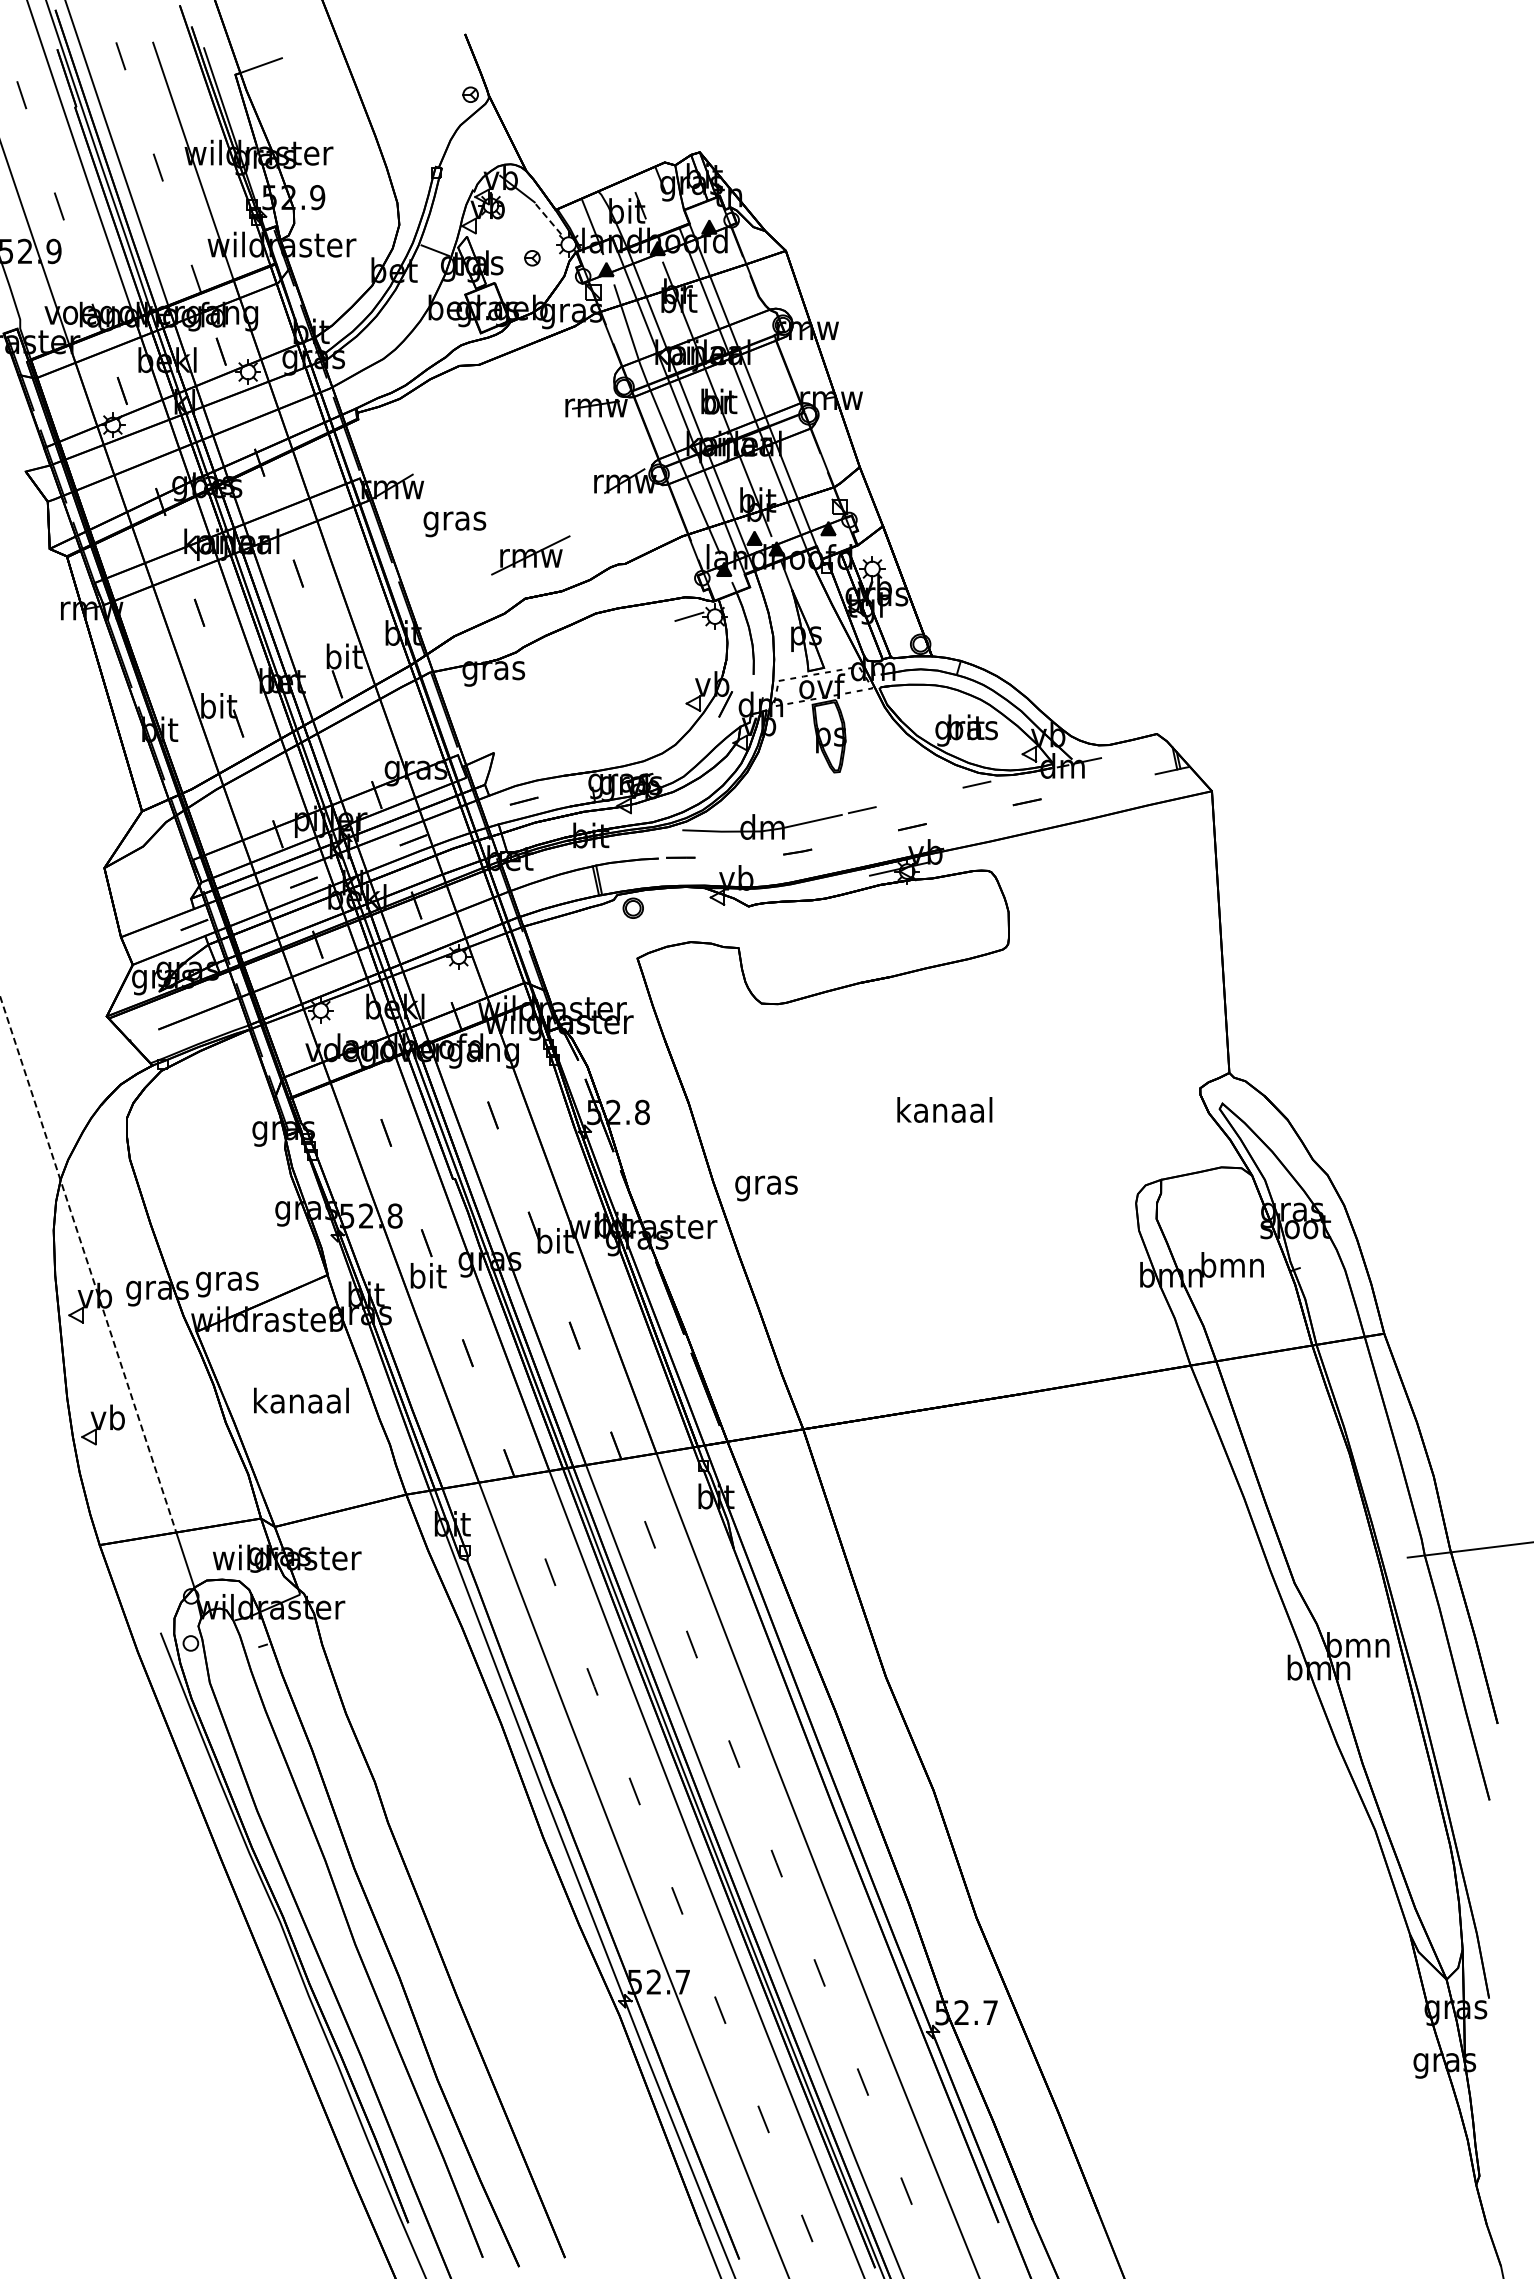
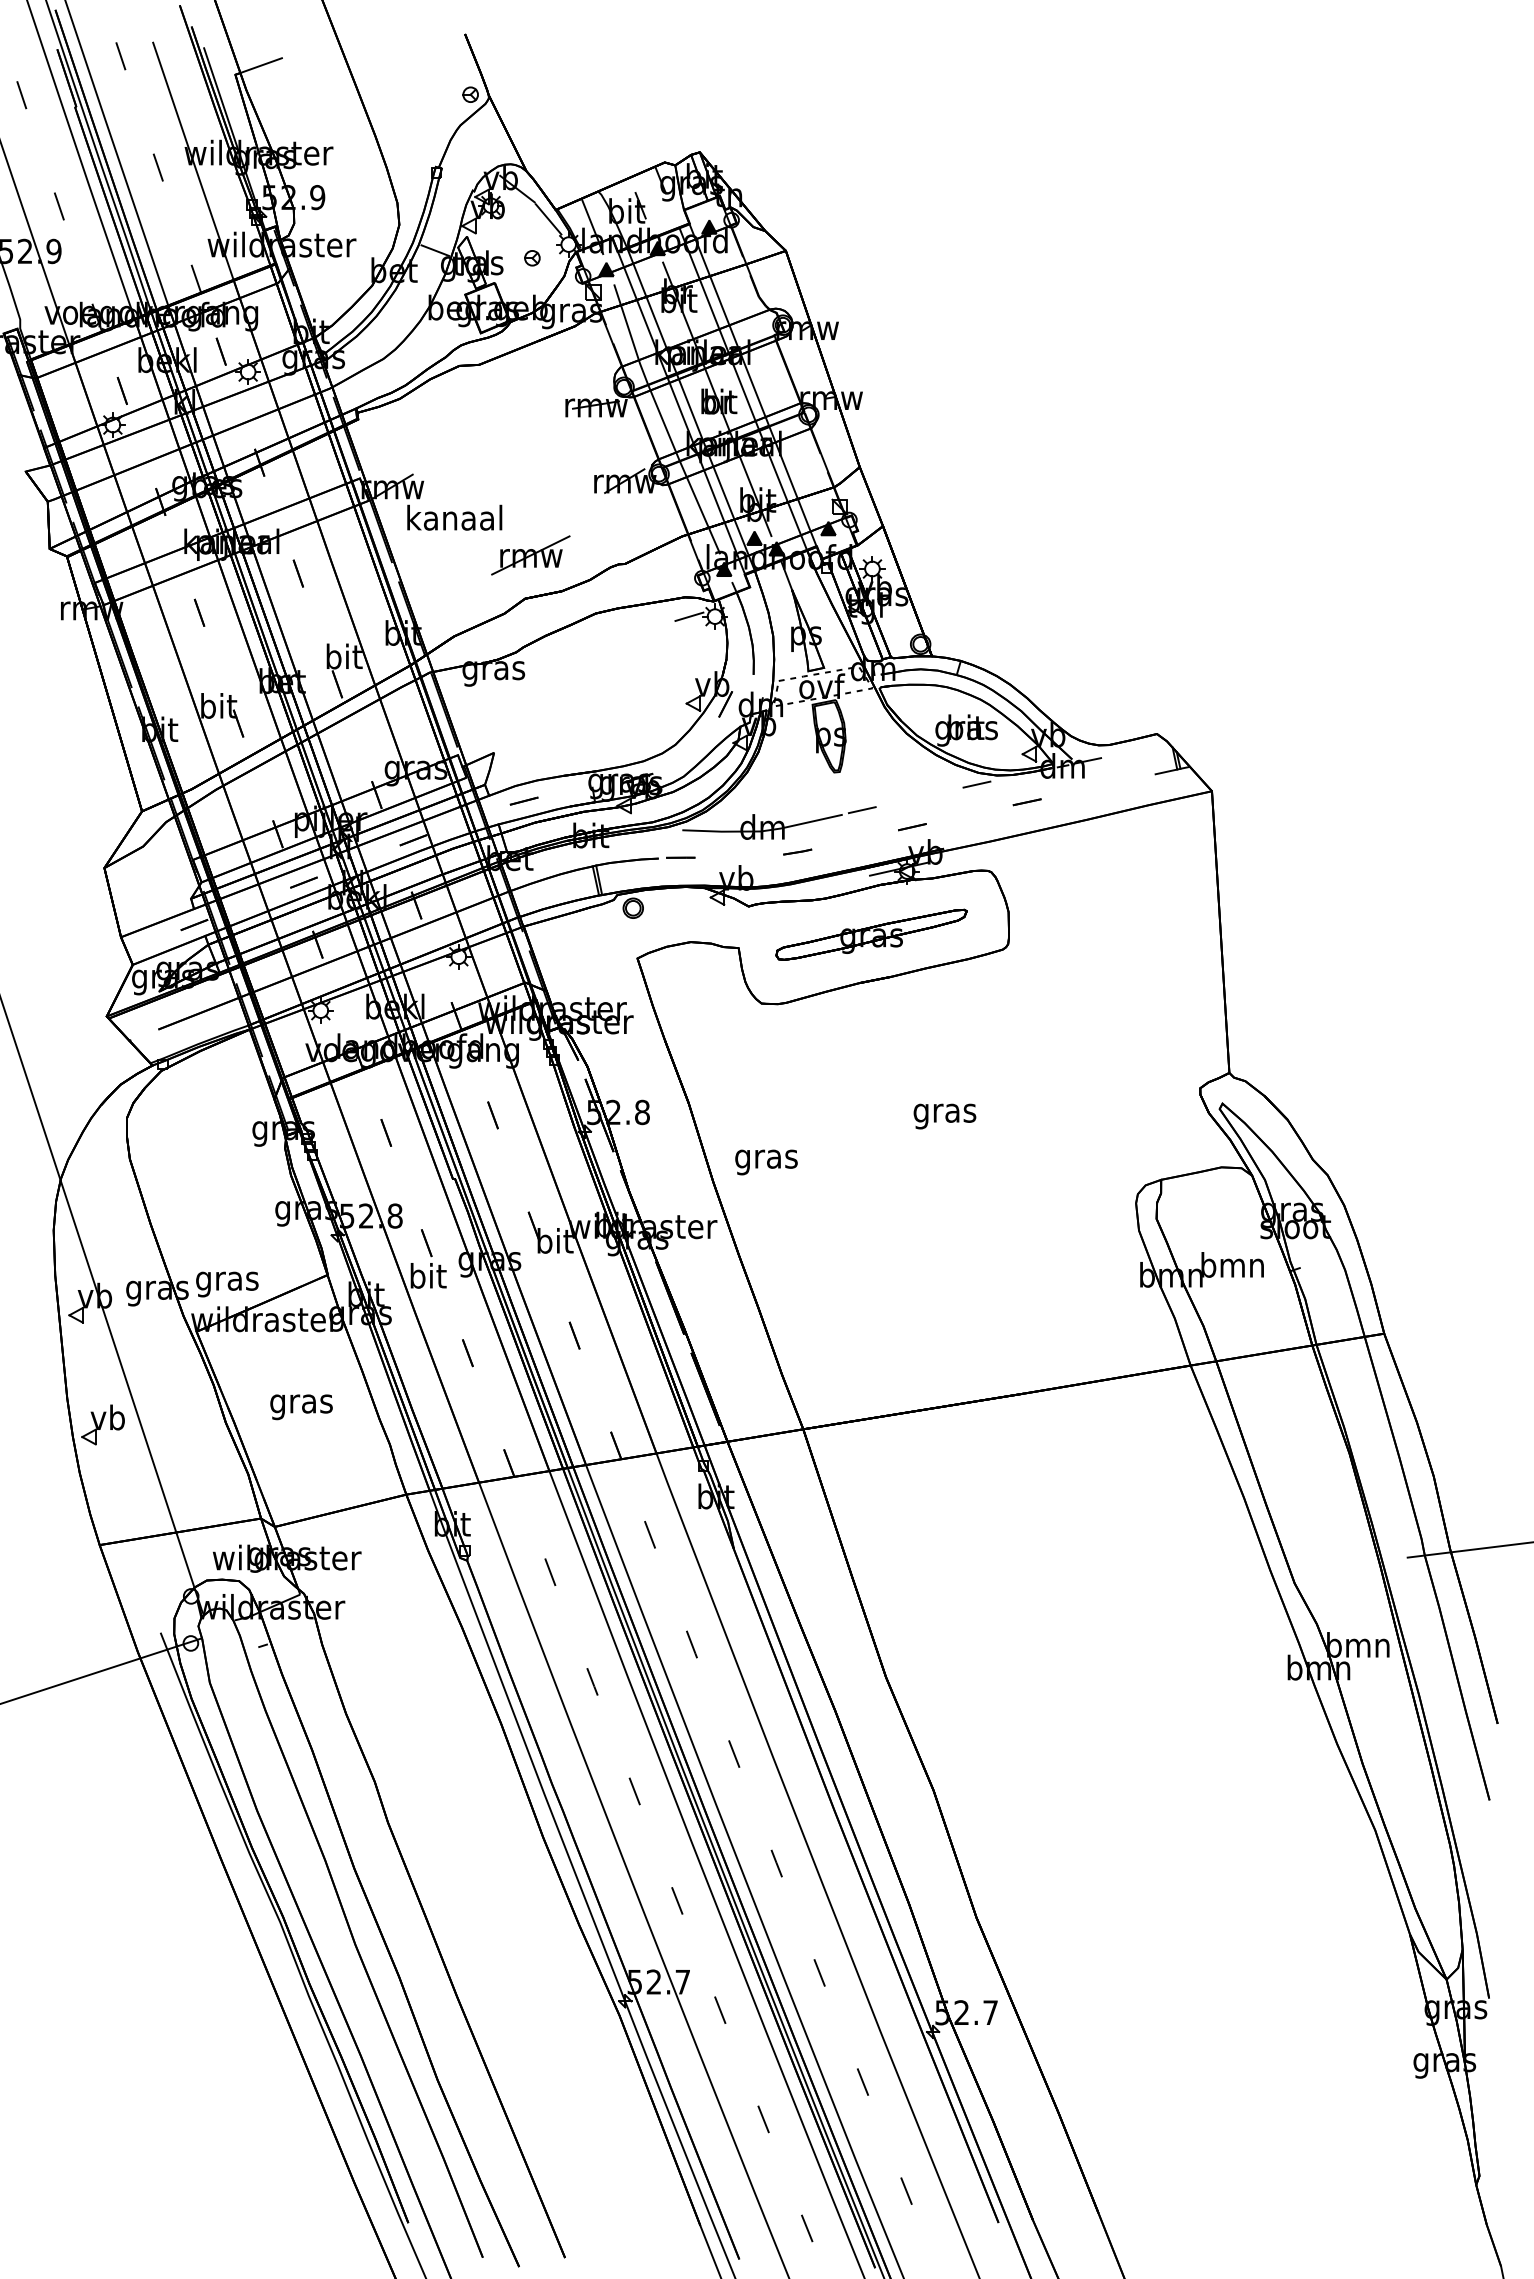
line at (548, 219): dashed -> solid
text at (454, 520): gras -> kanaal
part at (871, 934): none -> present
text at (944, 1113): kanaal -> gras
text at (766, 1188) position: (766, 1188) -> (766, 1162)
line at (88, 1264): dashed -> solid
text at (301, 1403): kanaal -> gras
line at (101, 1670): none -> present
